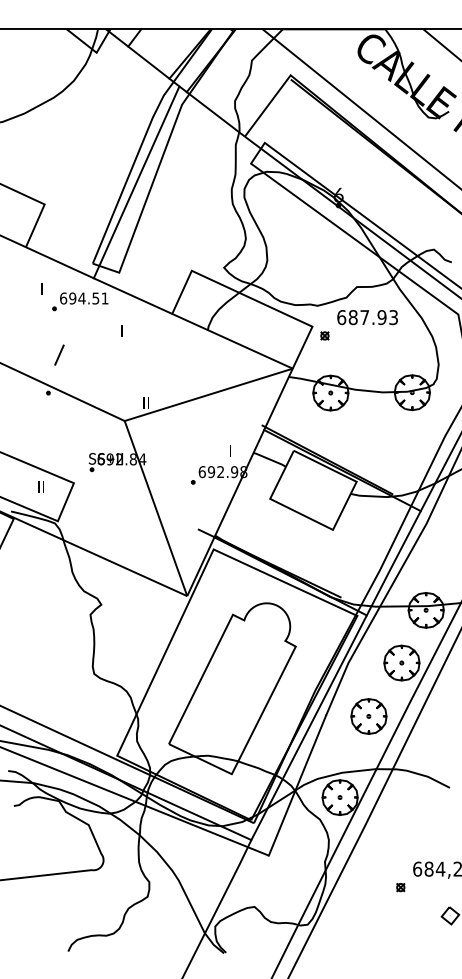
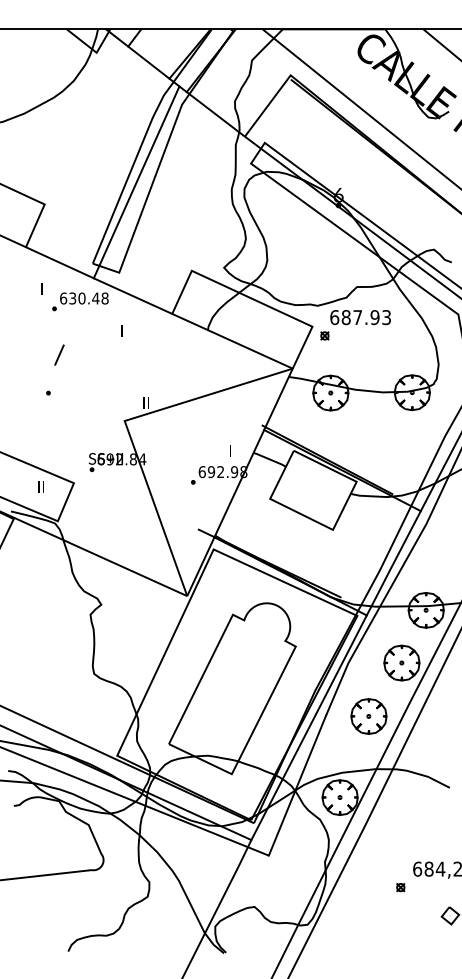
text at (88, 298): 694.51 -> 630.48
text at (367, 317) position: (367, 317) -> (360, 317)
line at (63, 392): present -> none
